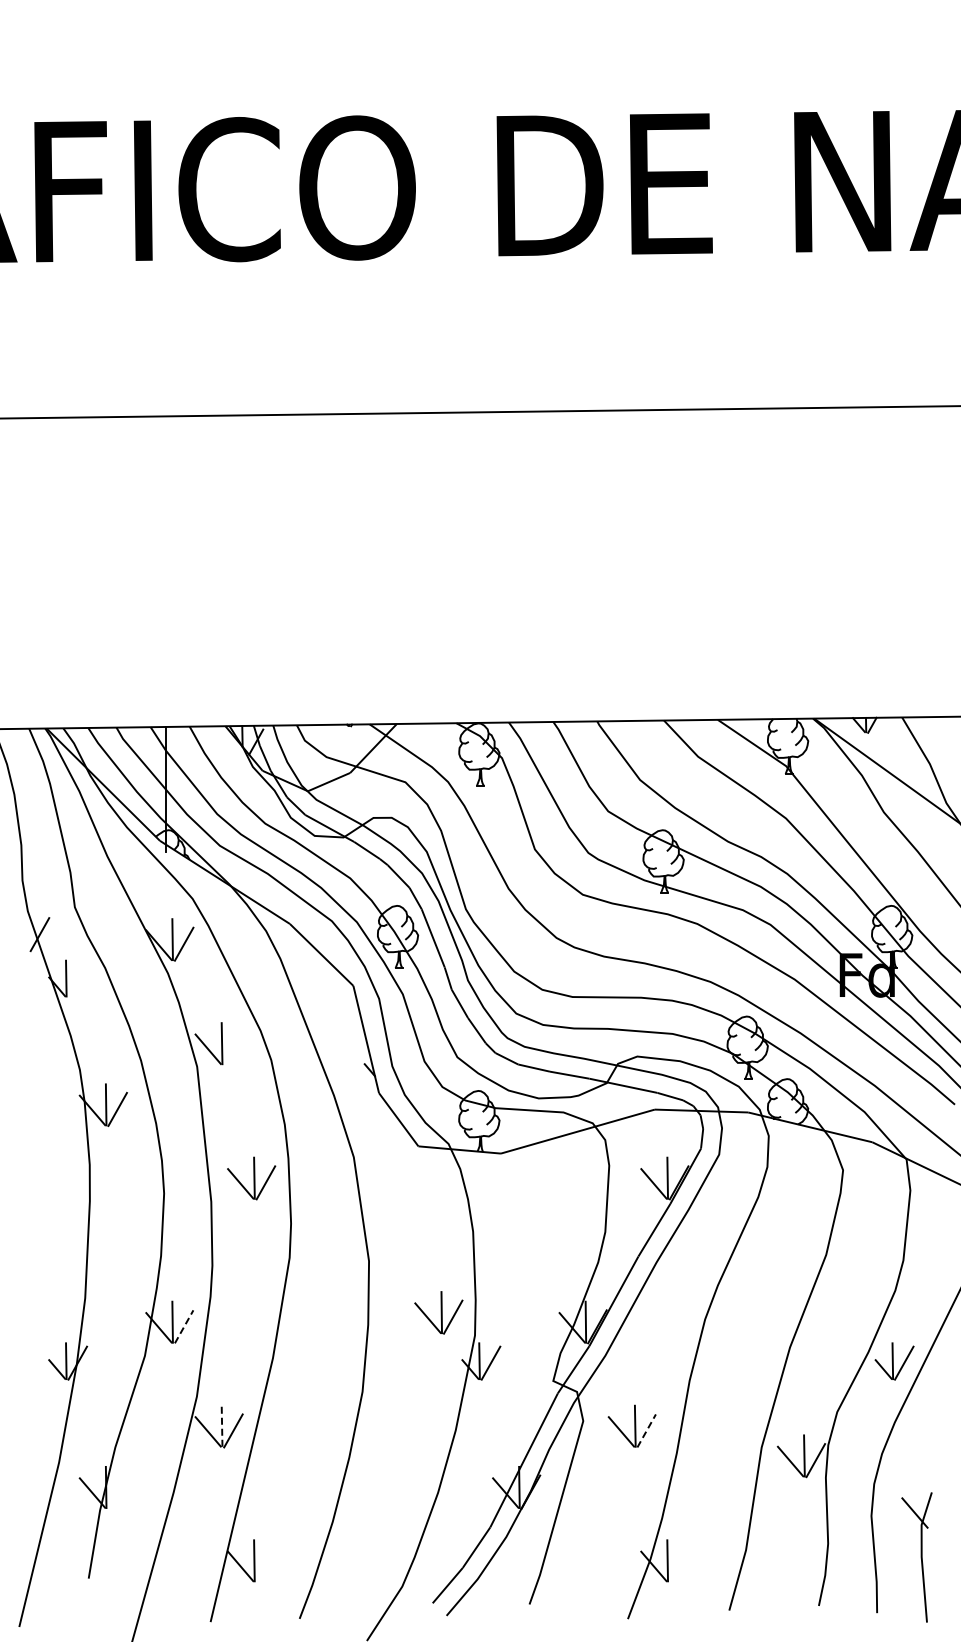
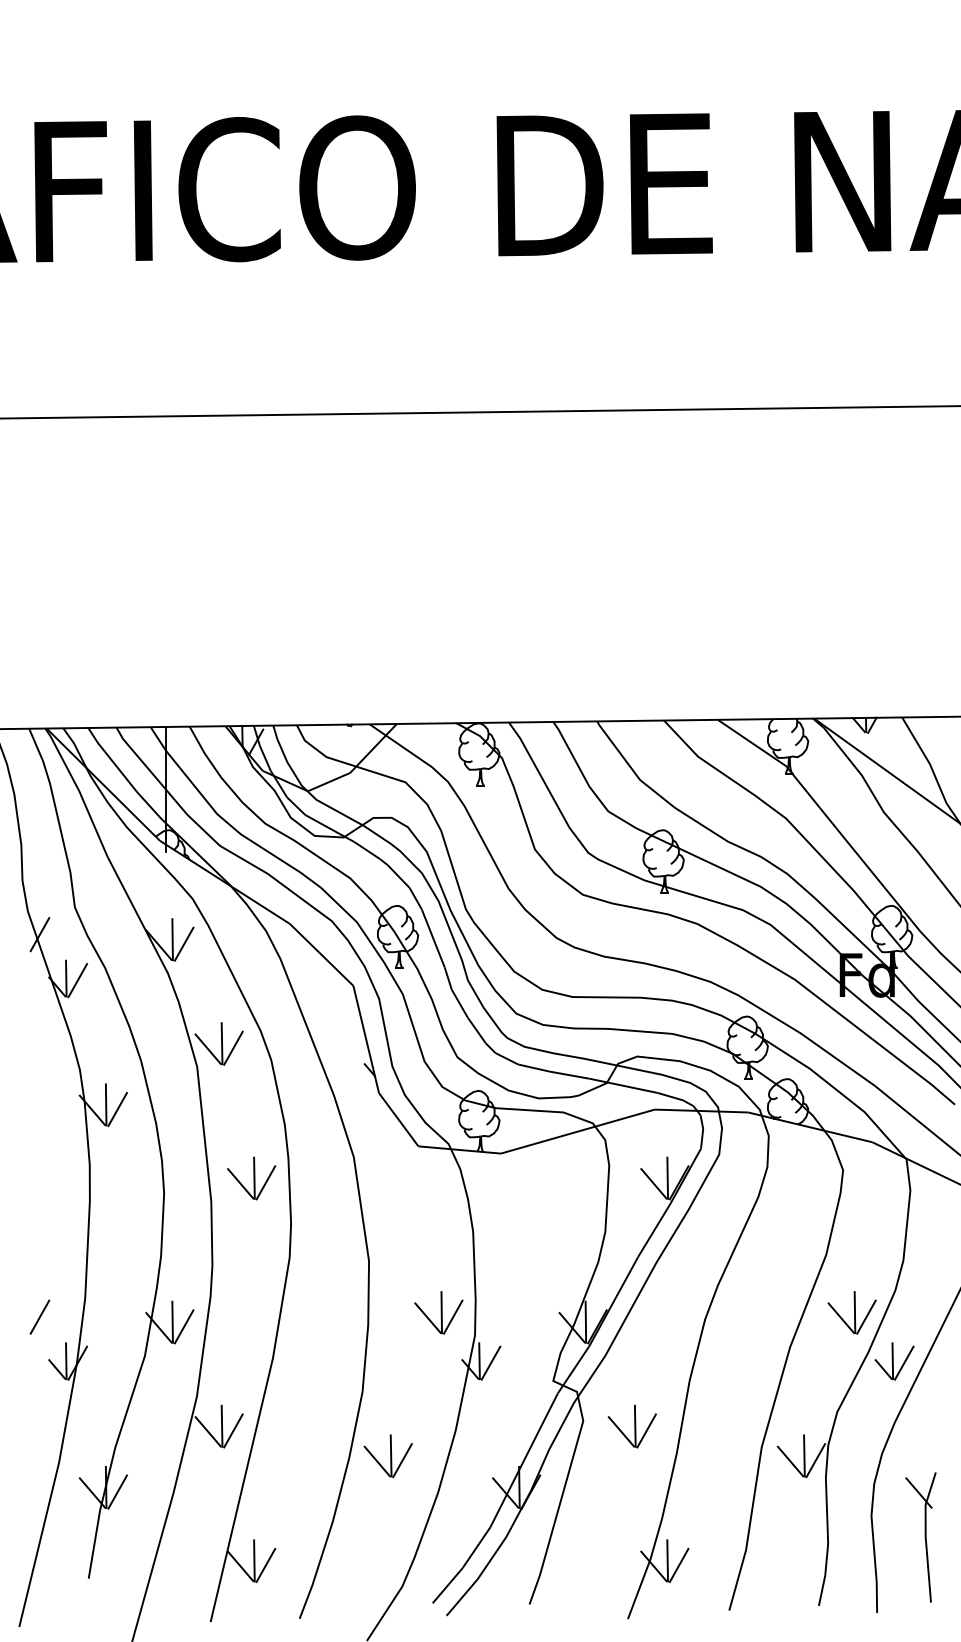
line at (77, 980): none -> present
line at (233, 1047): none -> present
part at (851, 1312): none -> present
line at (39, 1316): none -> present
line at (184, 1326): dashed -> solid
line at (222, 1425): dashed -> solid
line at (646, 1430): dashed -> solid
part at (387, 1456): none -> present
line at (117, 1491): none -> present
part at (916, 1557) position: (916, 1557) -> (920, 1537)
line at (265, 1565): none -> present
line at (678, 1565): none -> present
